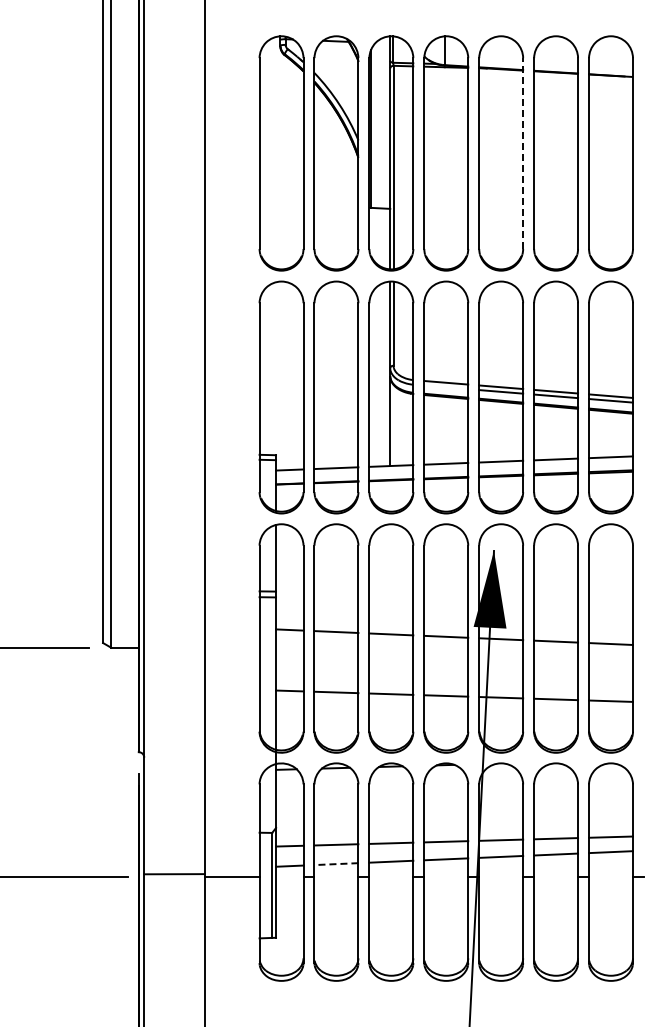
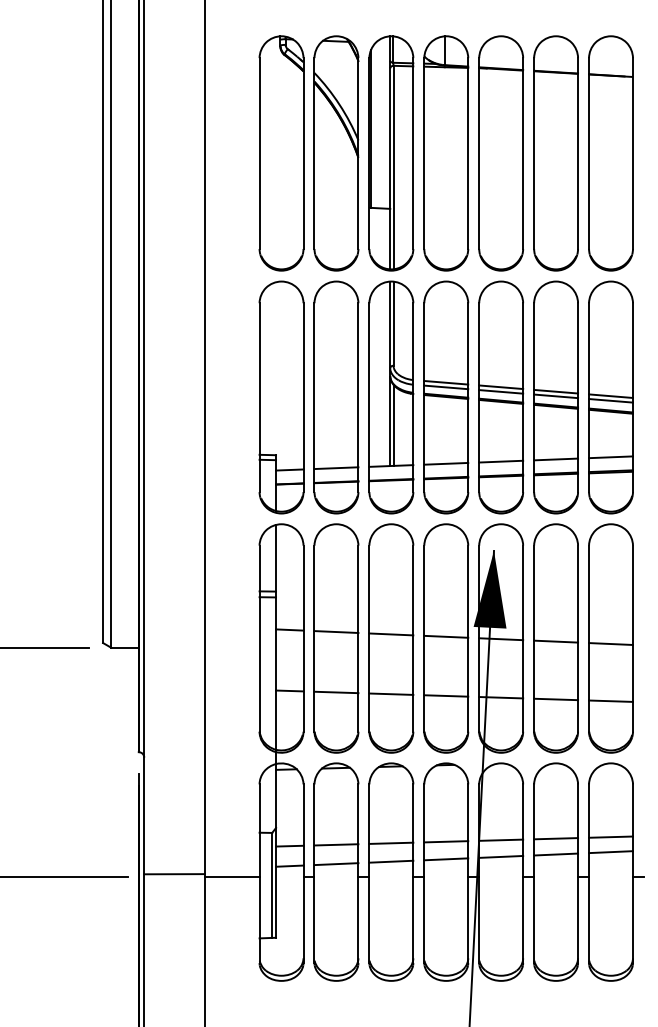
line at (523, 153): dashed -> solid
line at (446, 387): none -> present
line at (393, 424): none -> present
line at (336, 864): dashed -> solid
